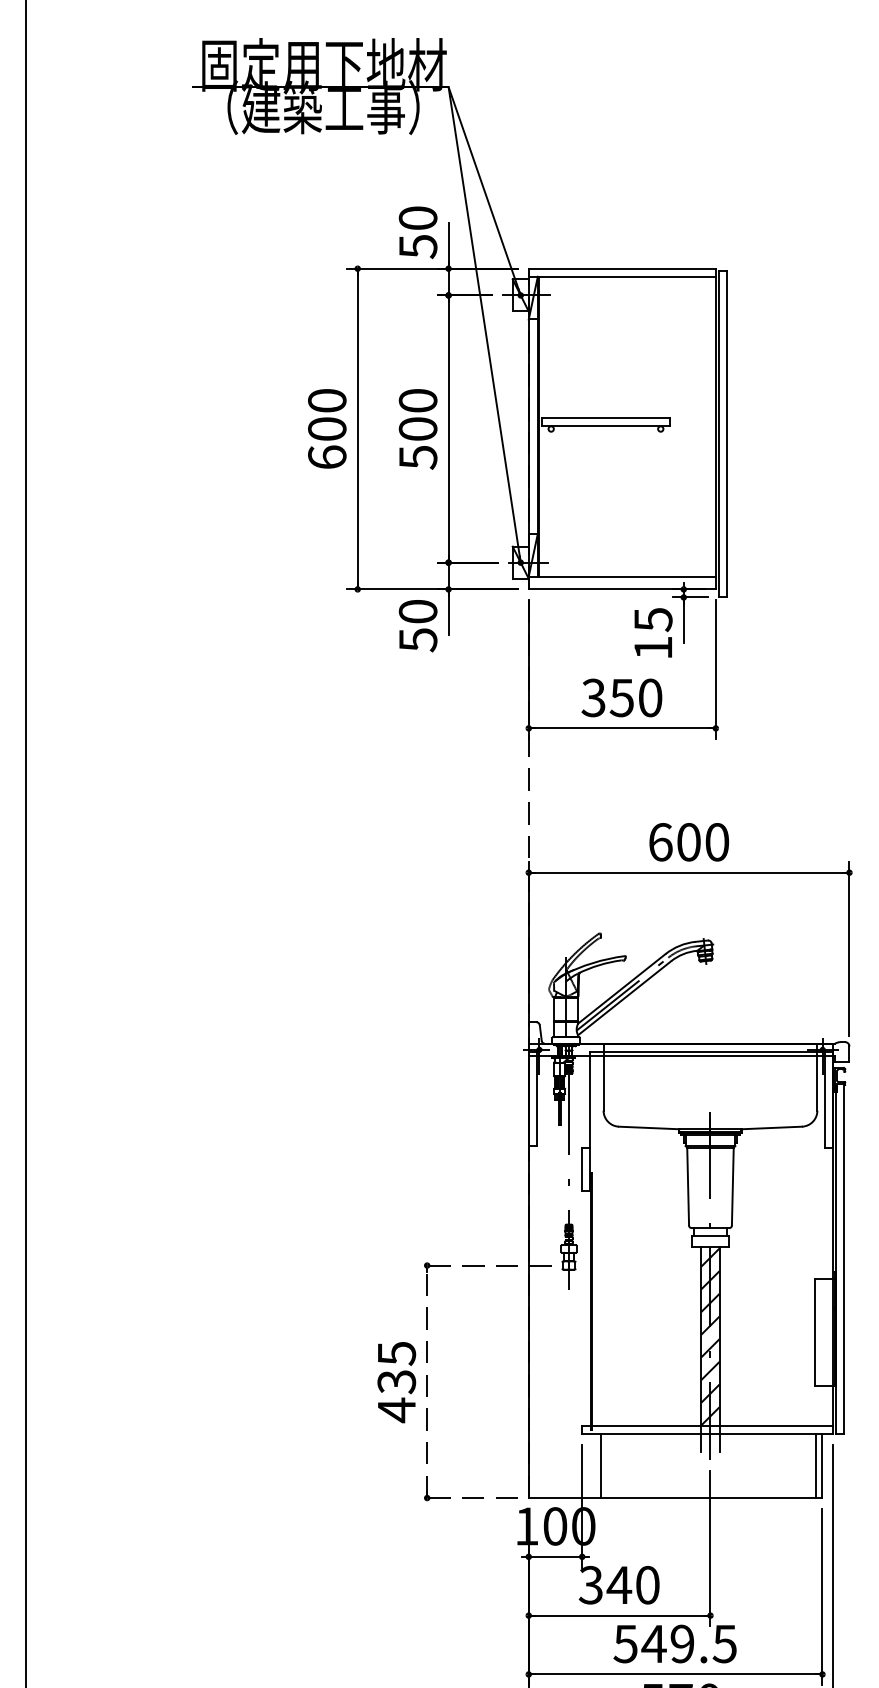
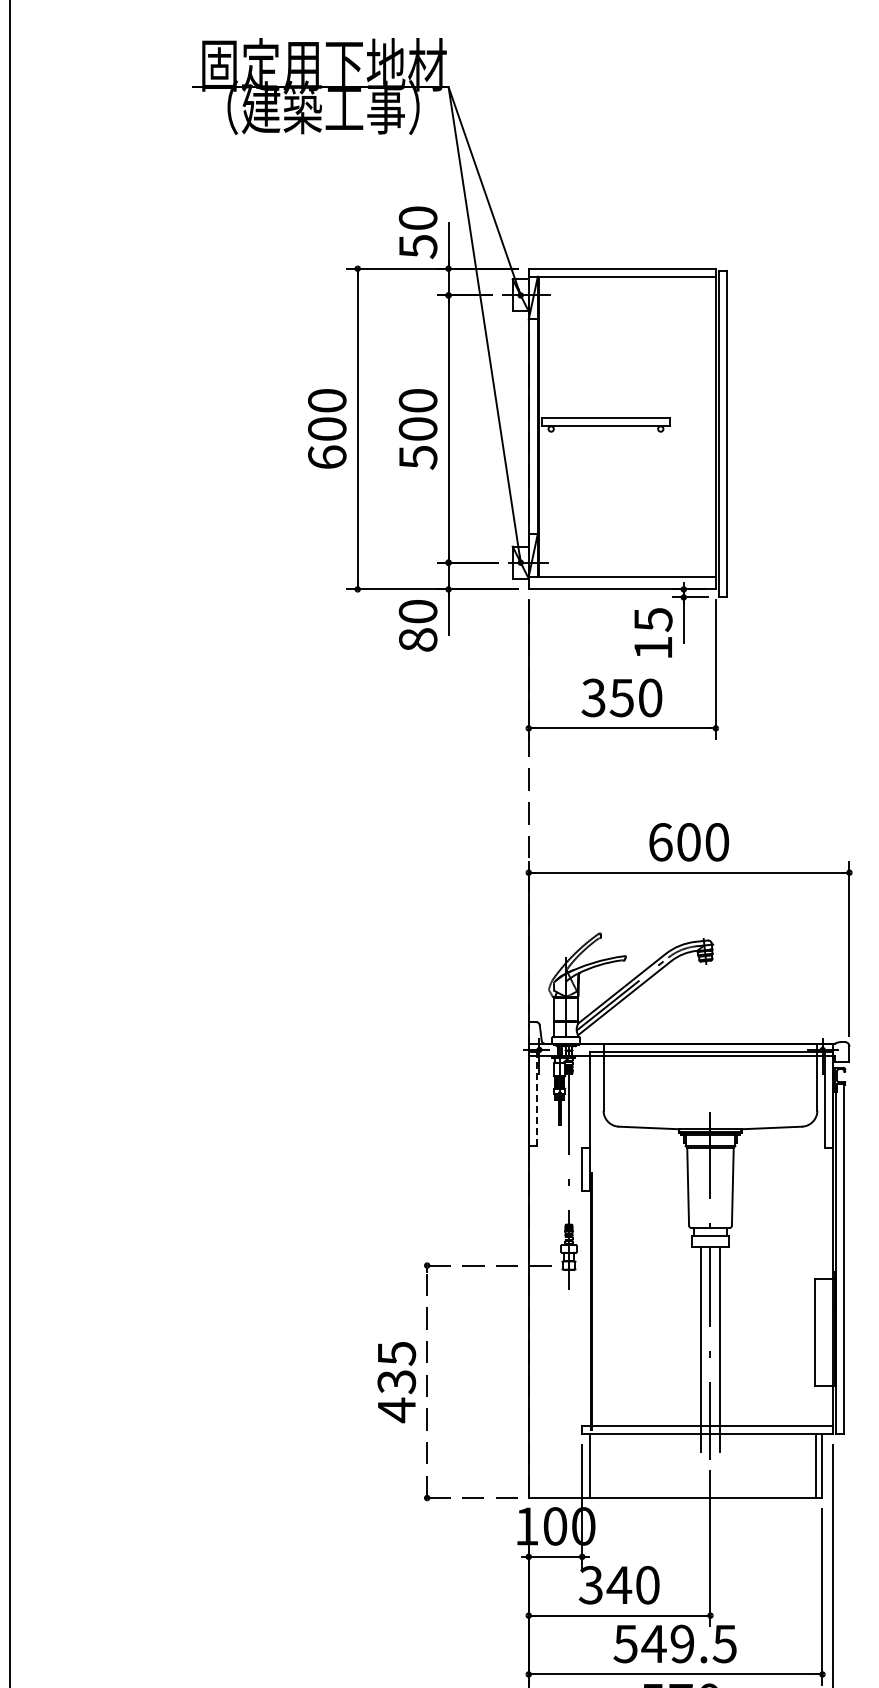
text at (418, 640): 50 -> 80
line at (26, 843) position: (26, 843) -> (10, 843)
line at (537, 1098): solid -> dashed
hatch at (710, 1336): present -> none
line at (600, 1465) position: (600, 1465) -> (589, 1465)
